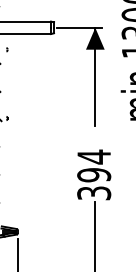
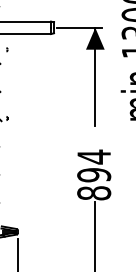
text at (94, 193): 394 -> 894
